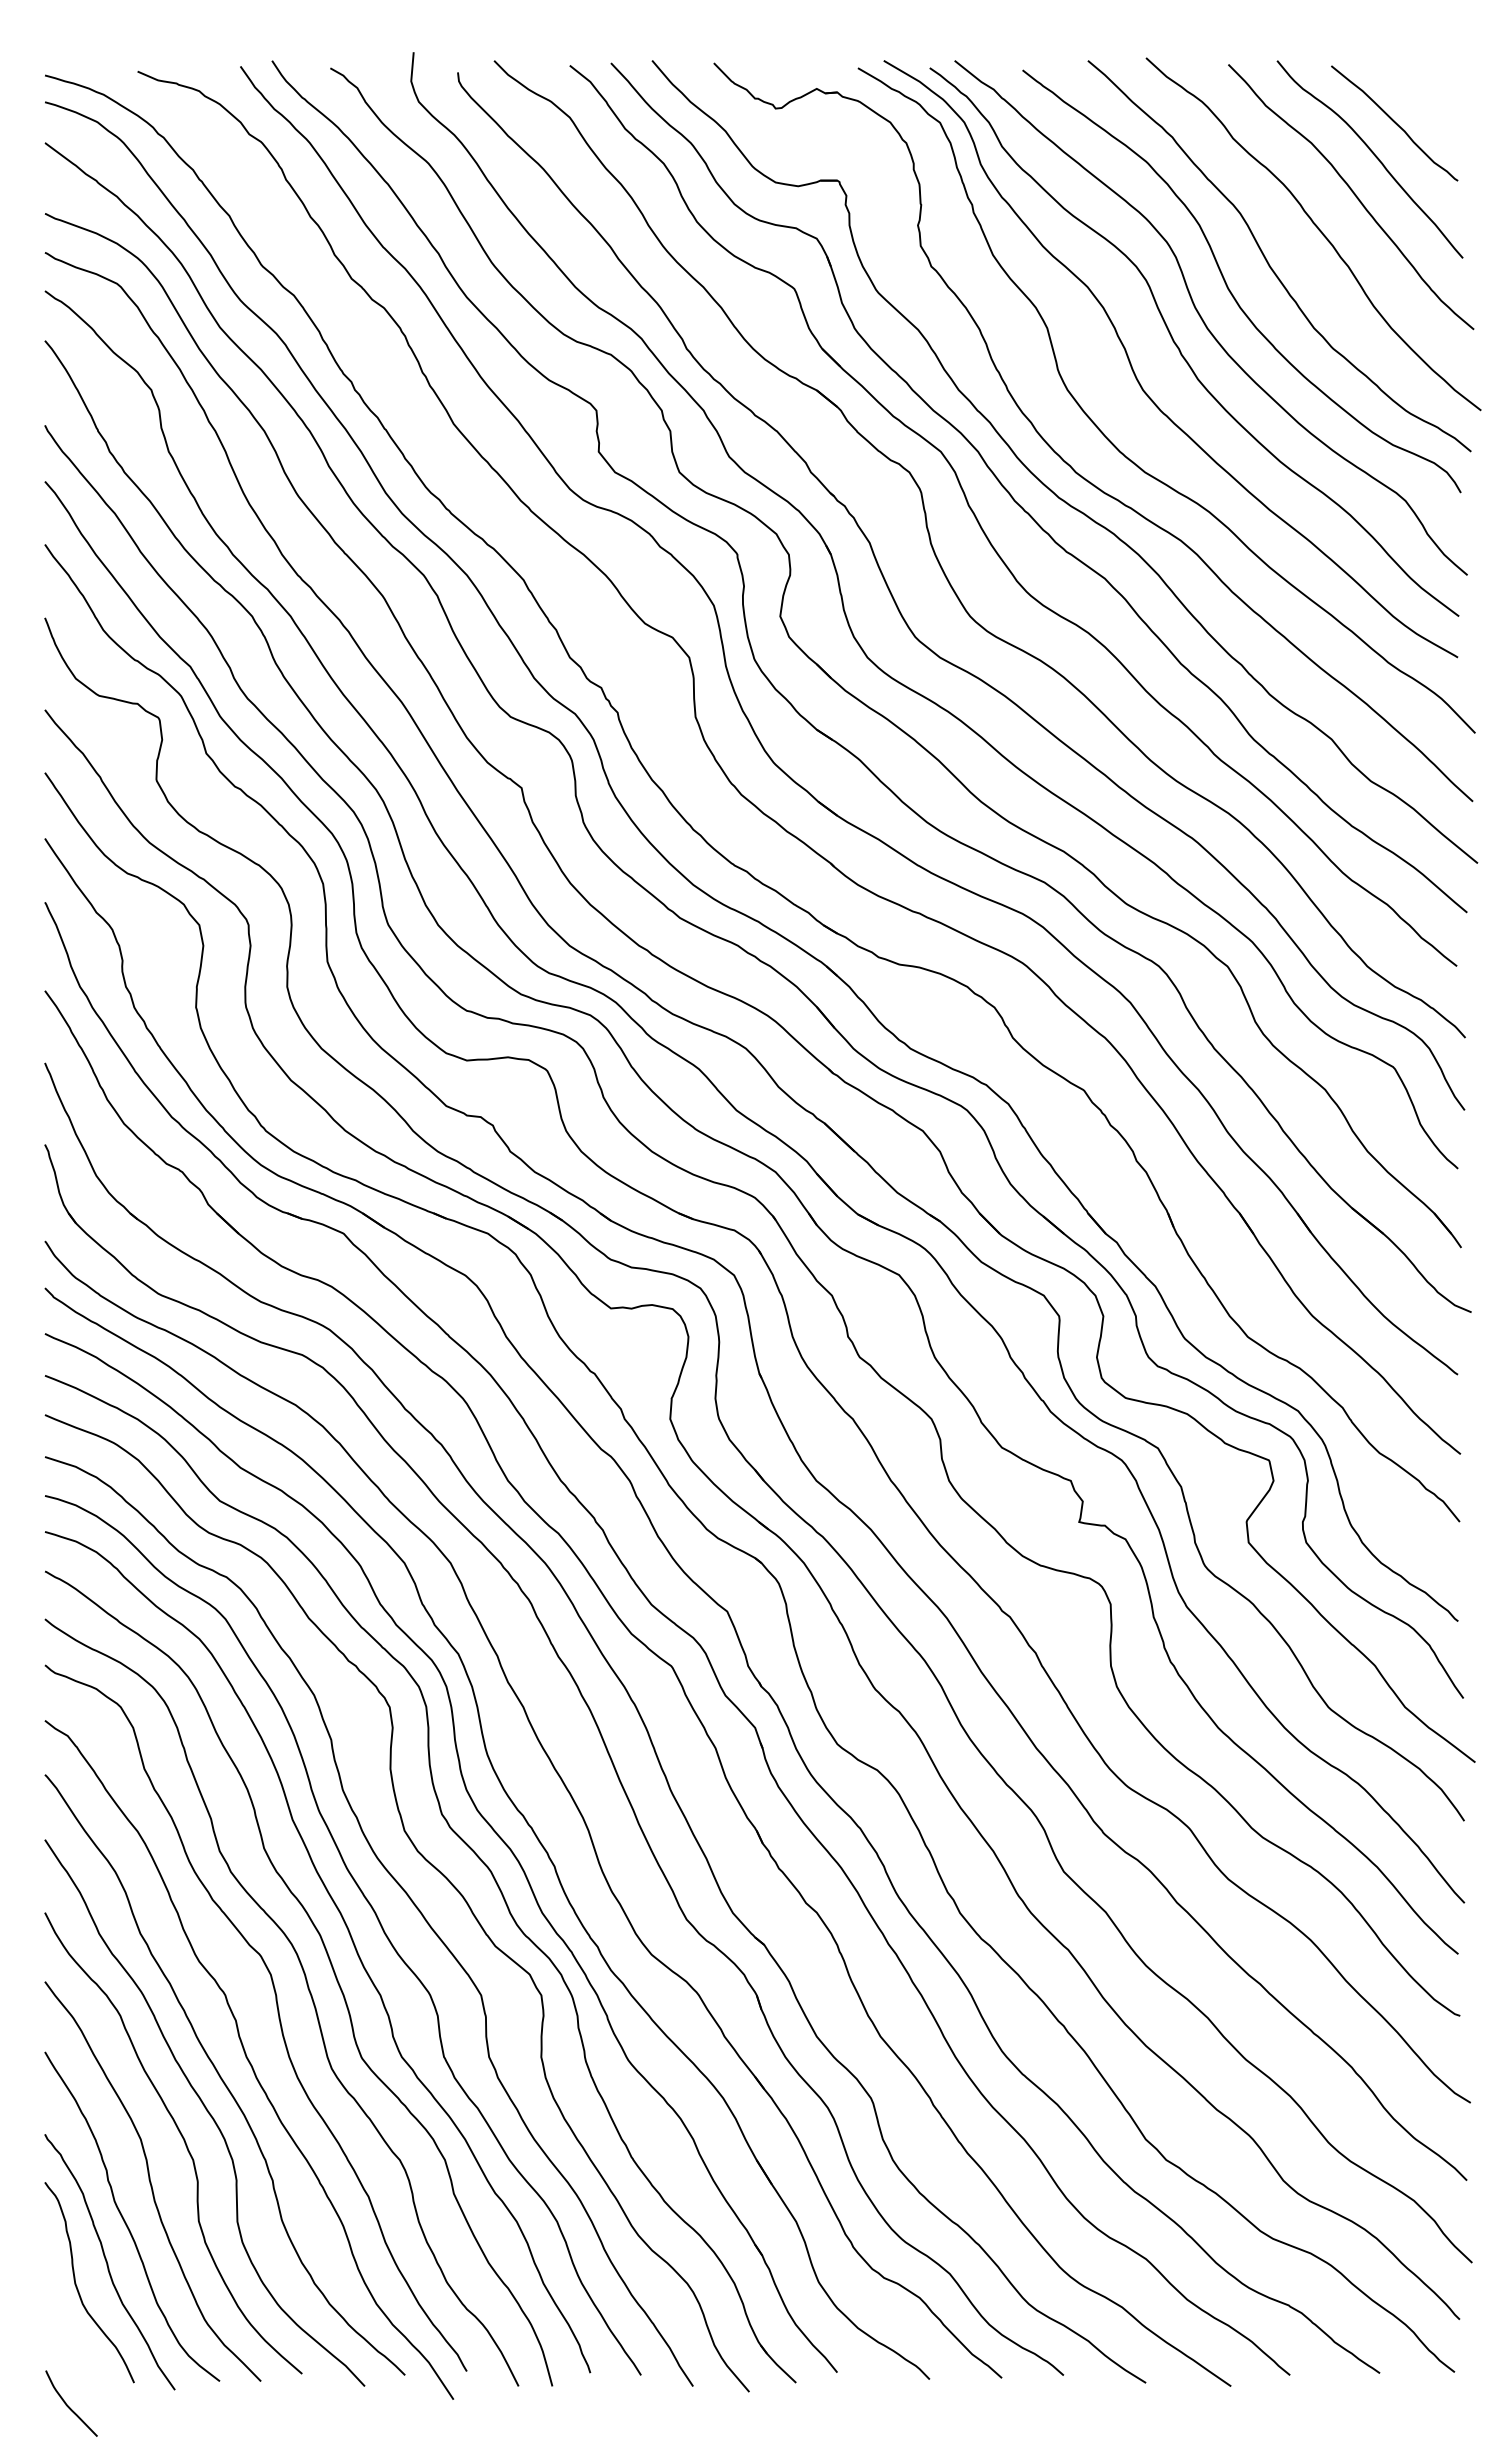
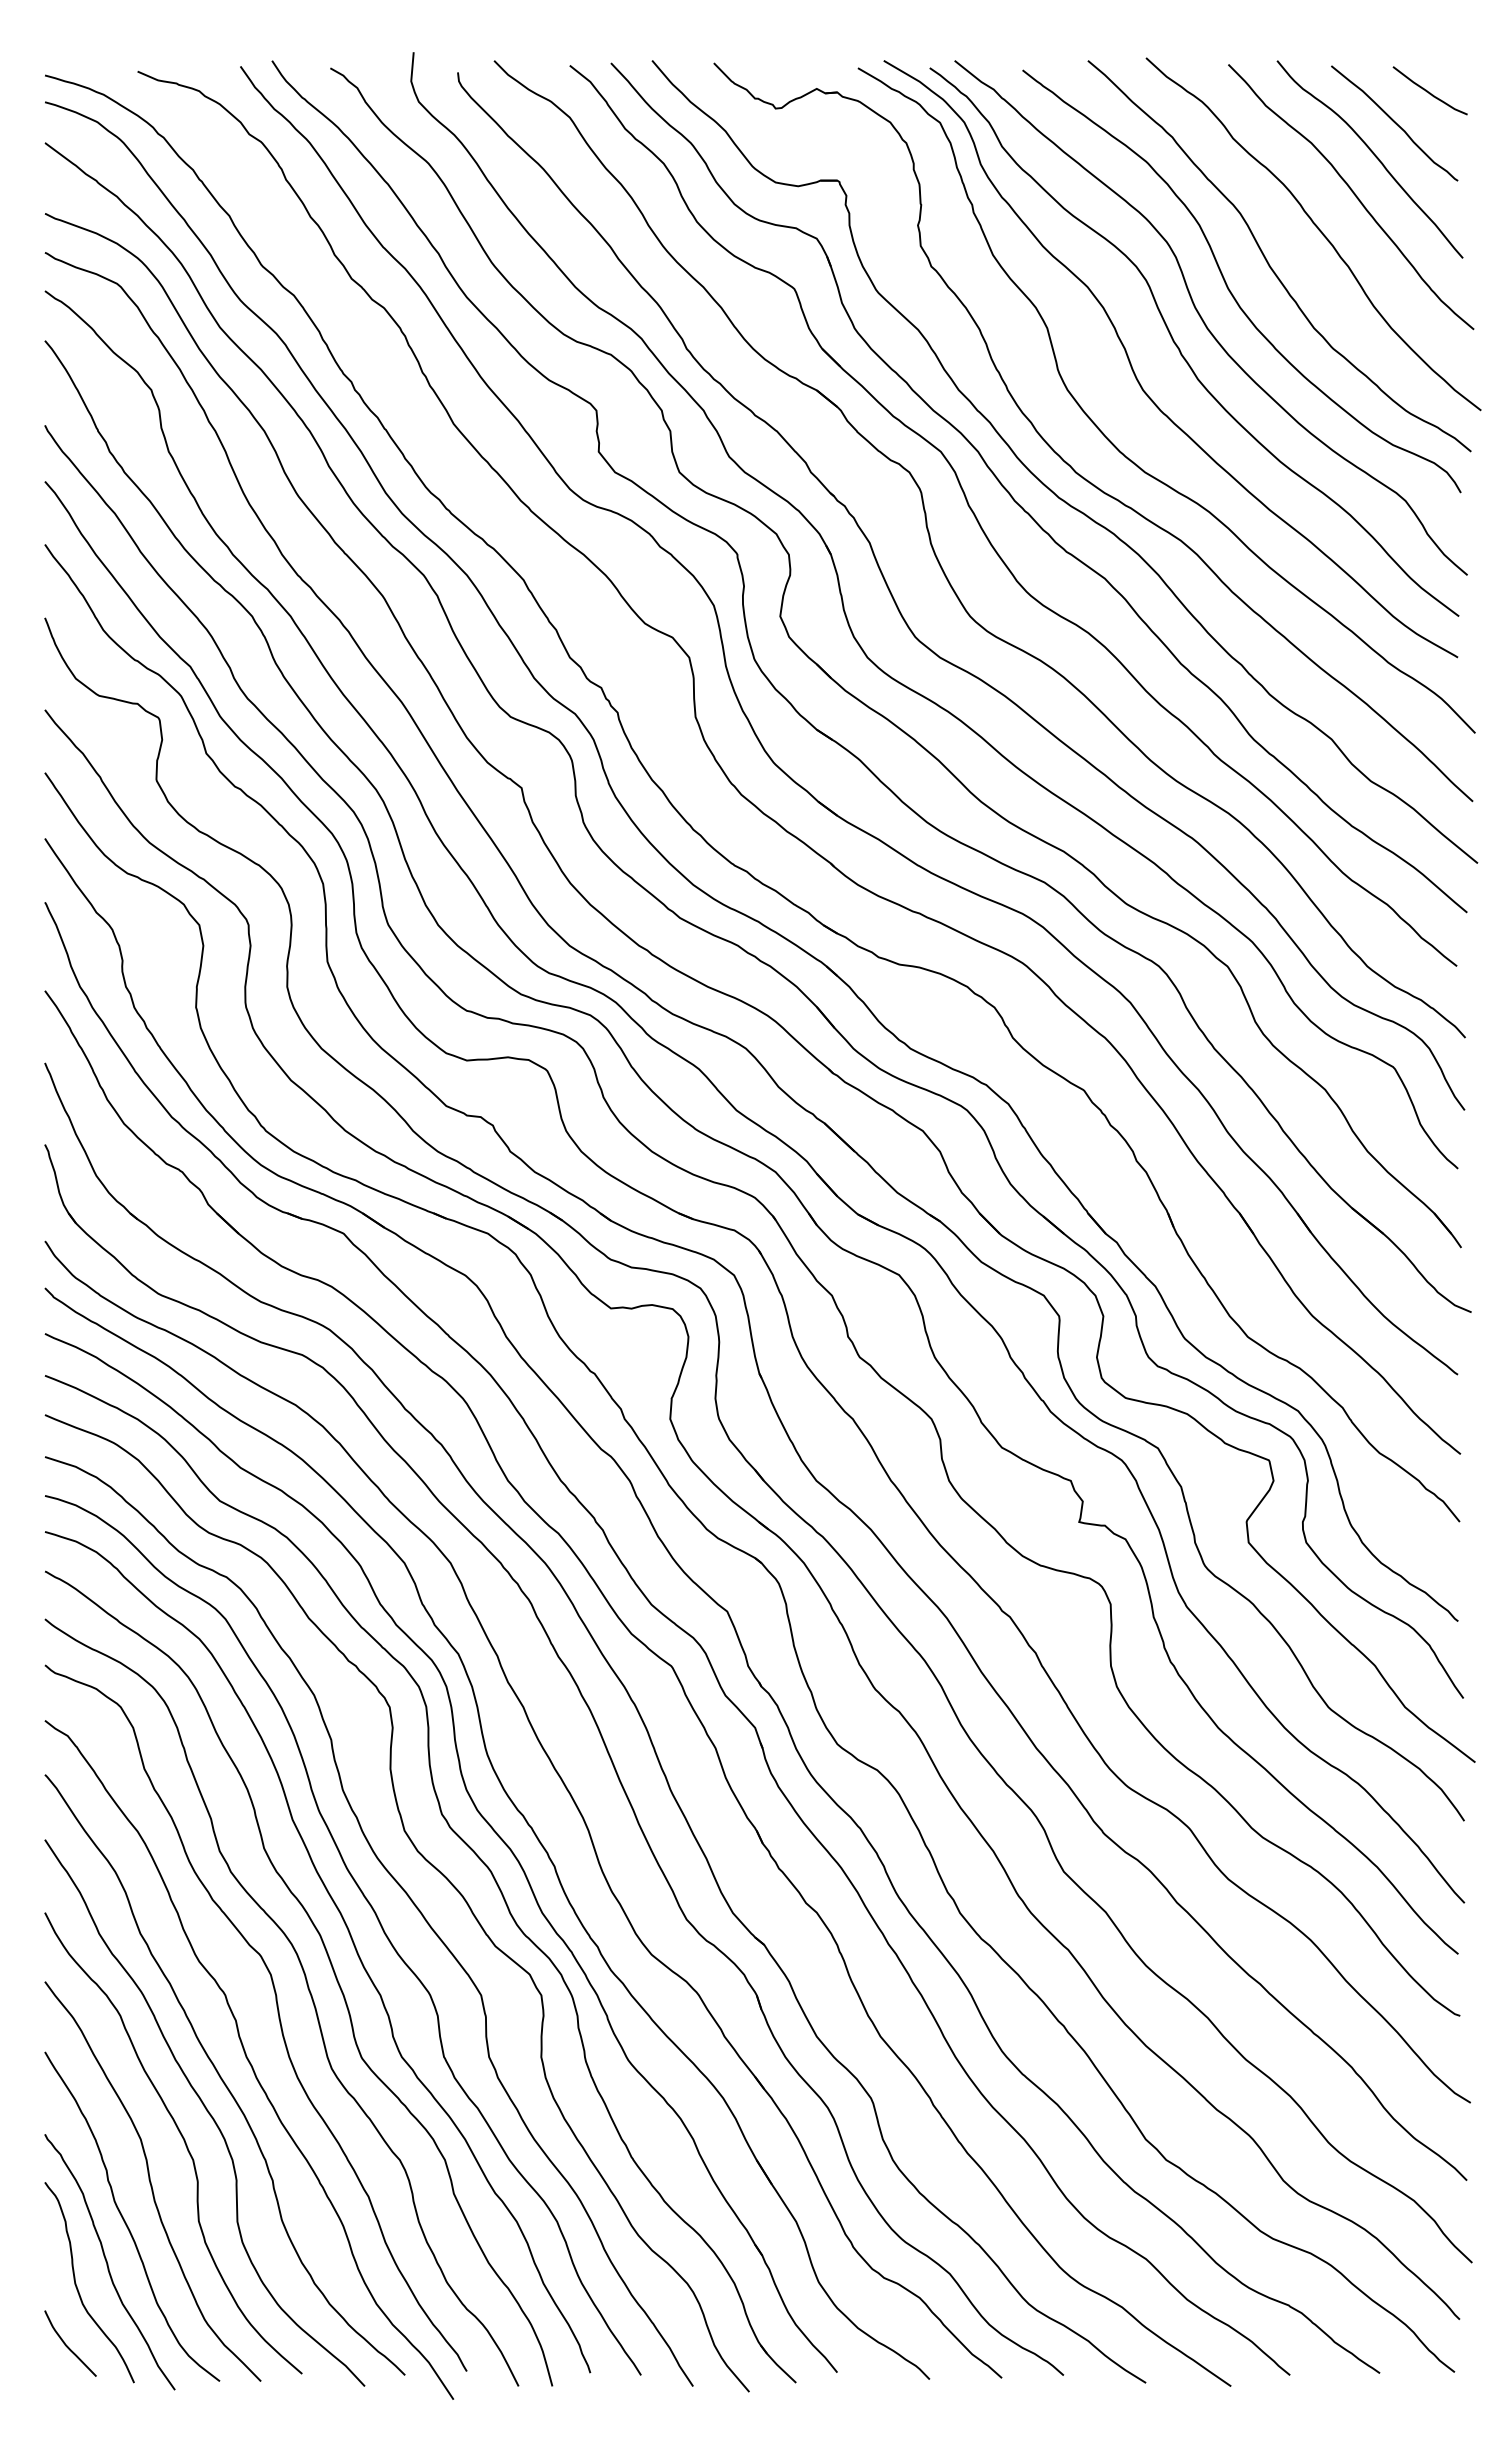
curve at (1428, 91): none -> present
curve at (68, 2405) position: (68, 2405) -> (67, 2345)
